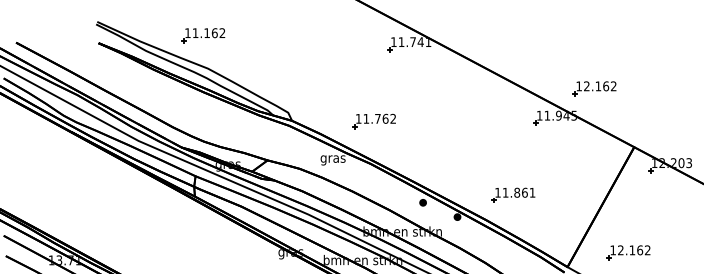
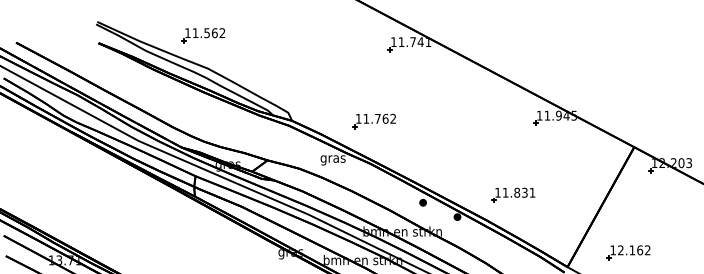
text at (206, 33): 11.162 -> 11.562
part at (594, 88): present -> none
text at (524, 192): 11.861 -> 11.831
